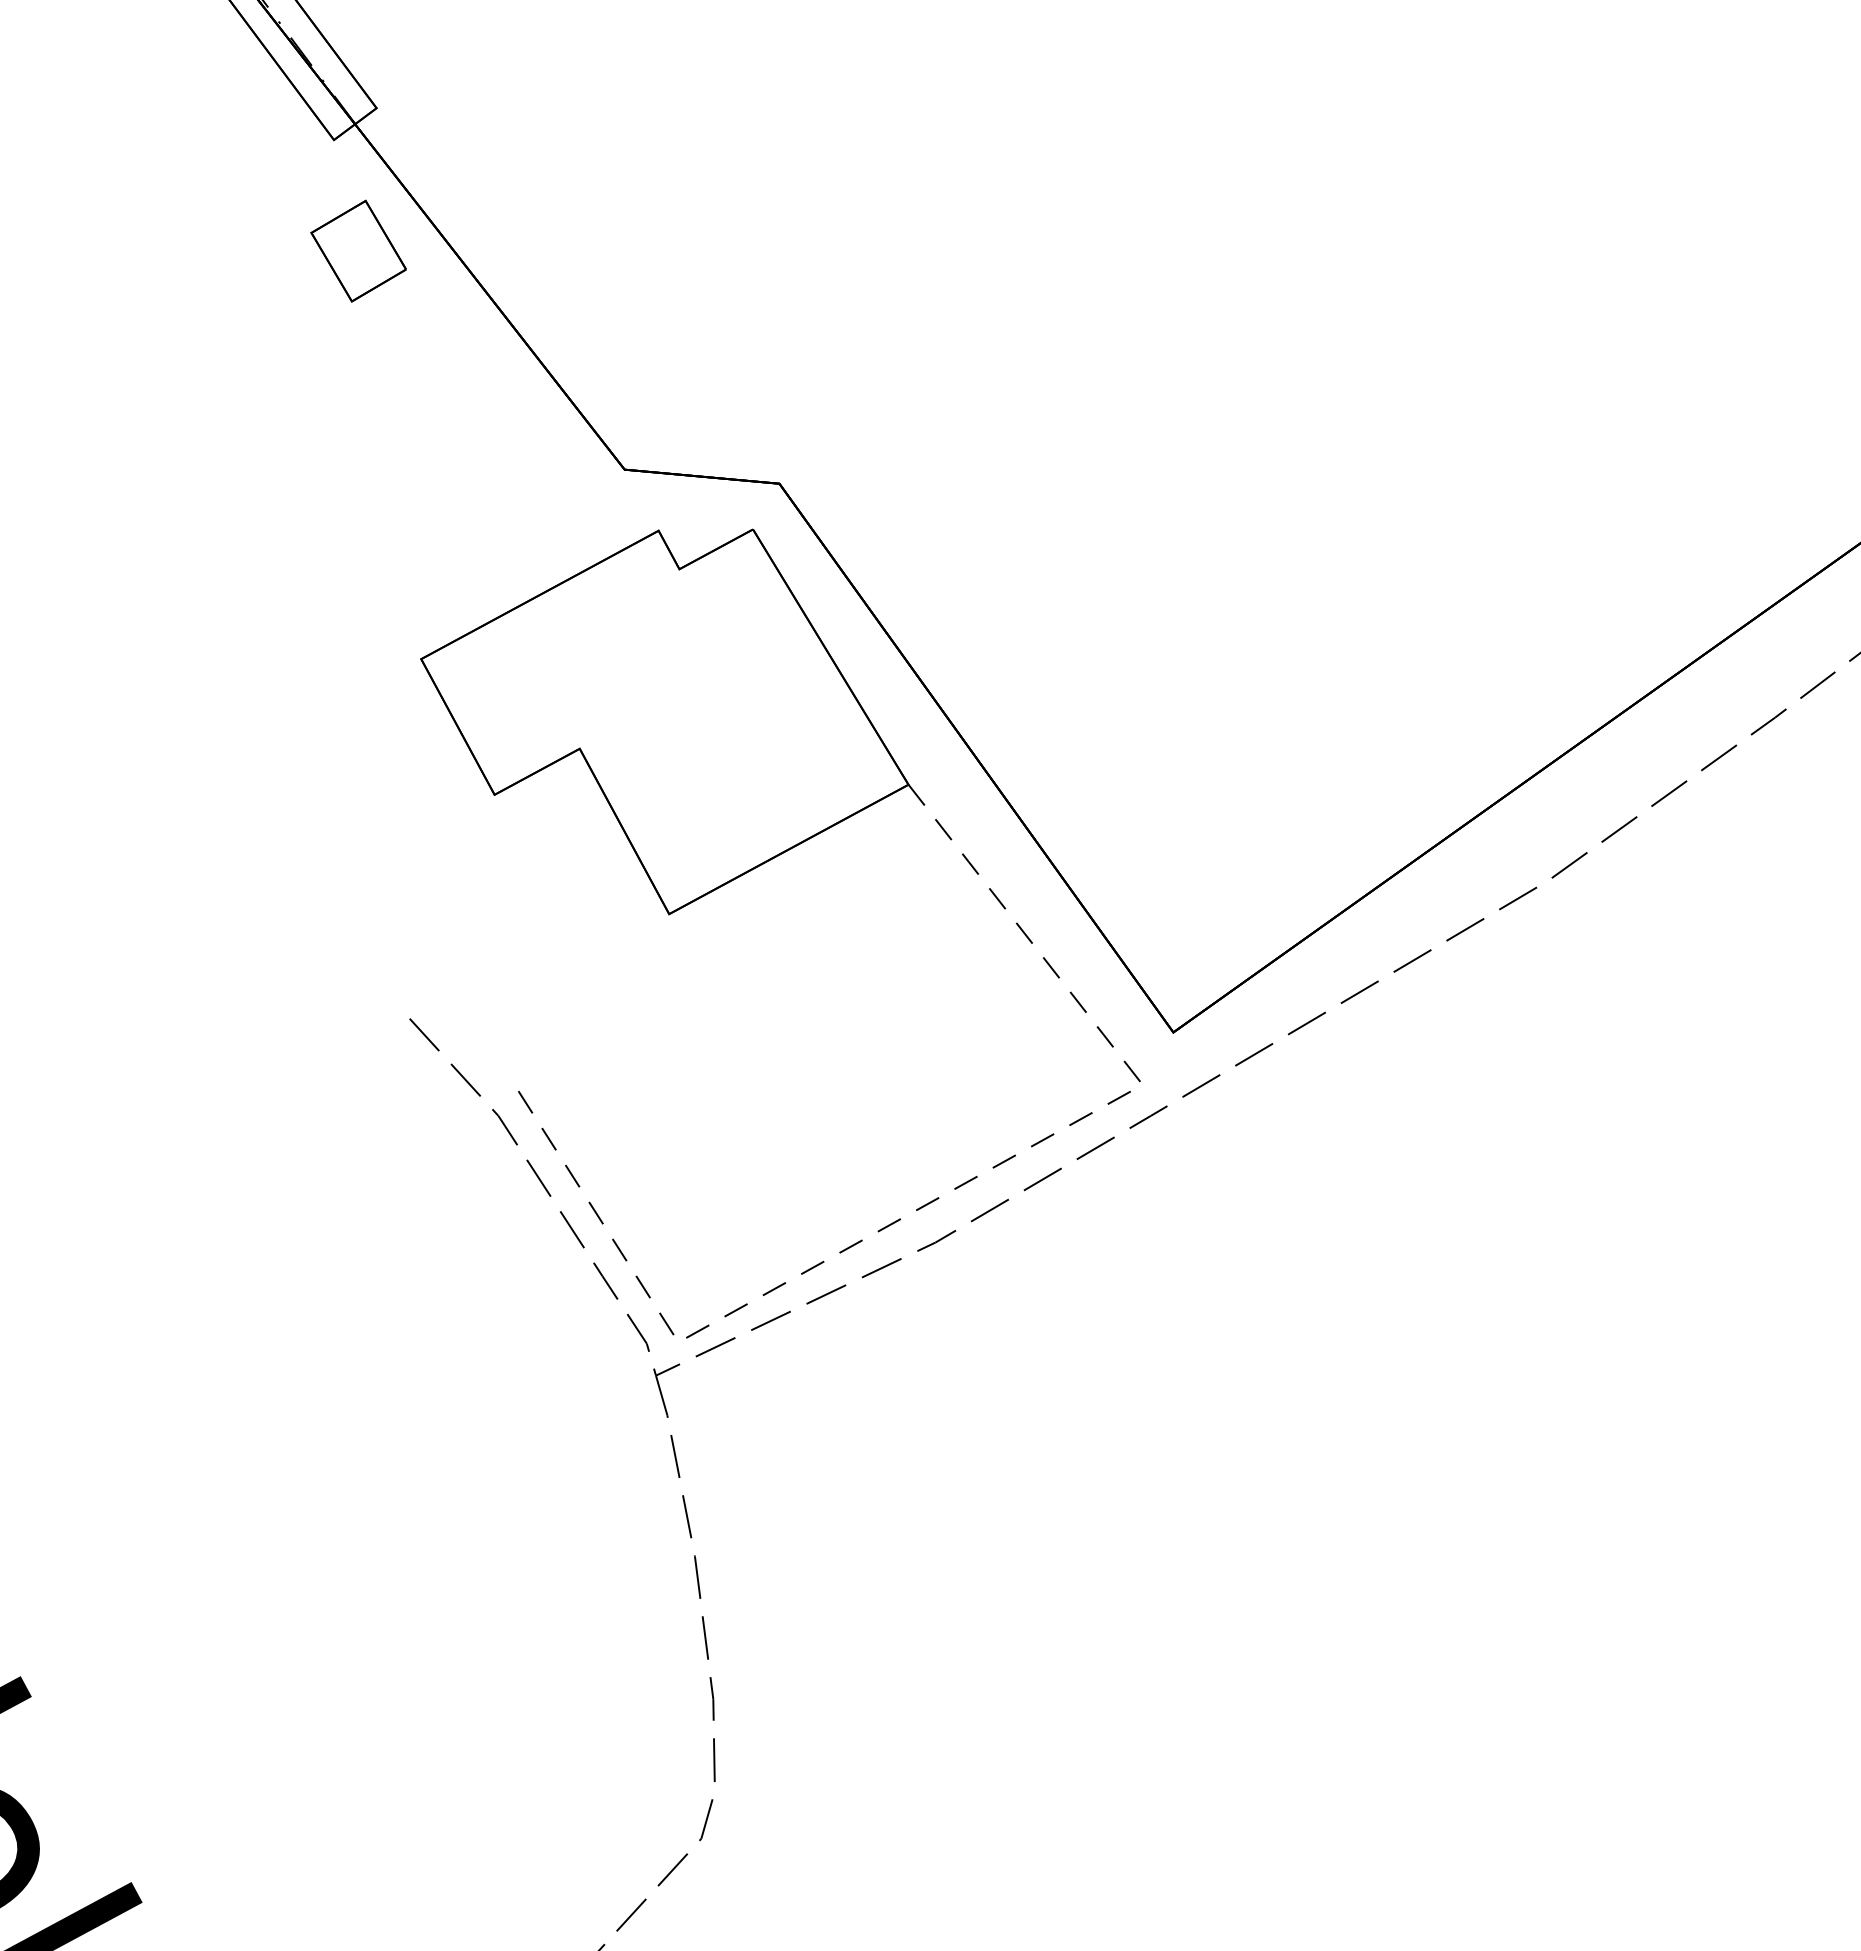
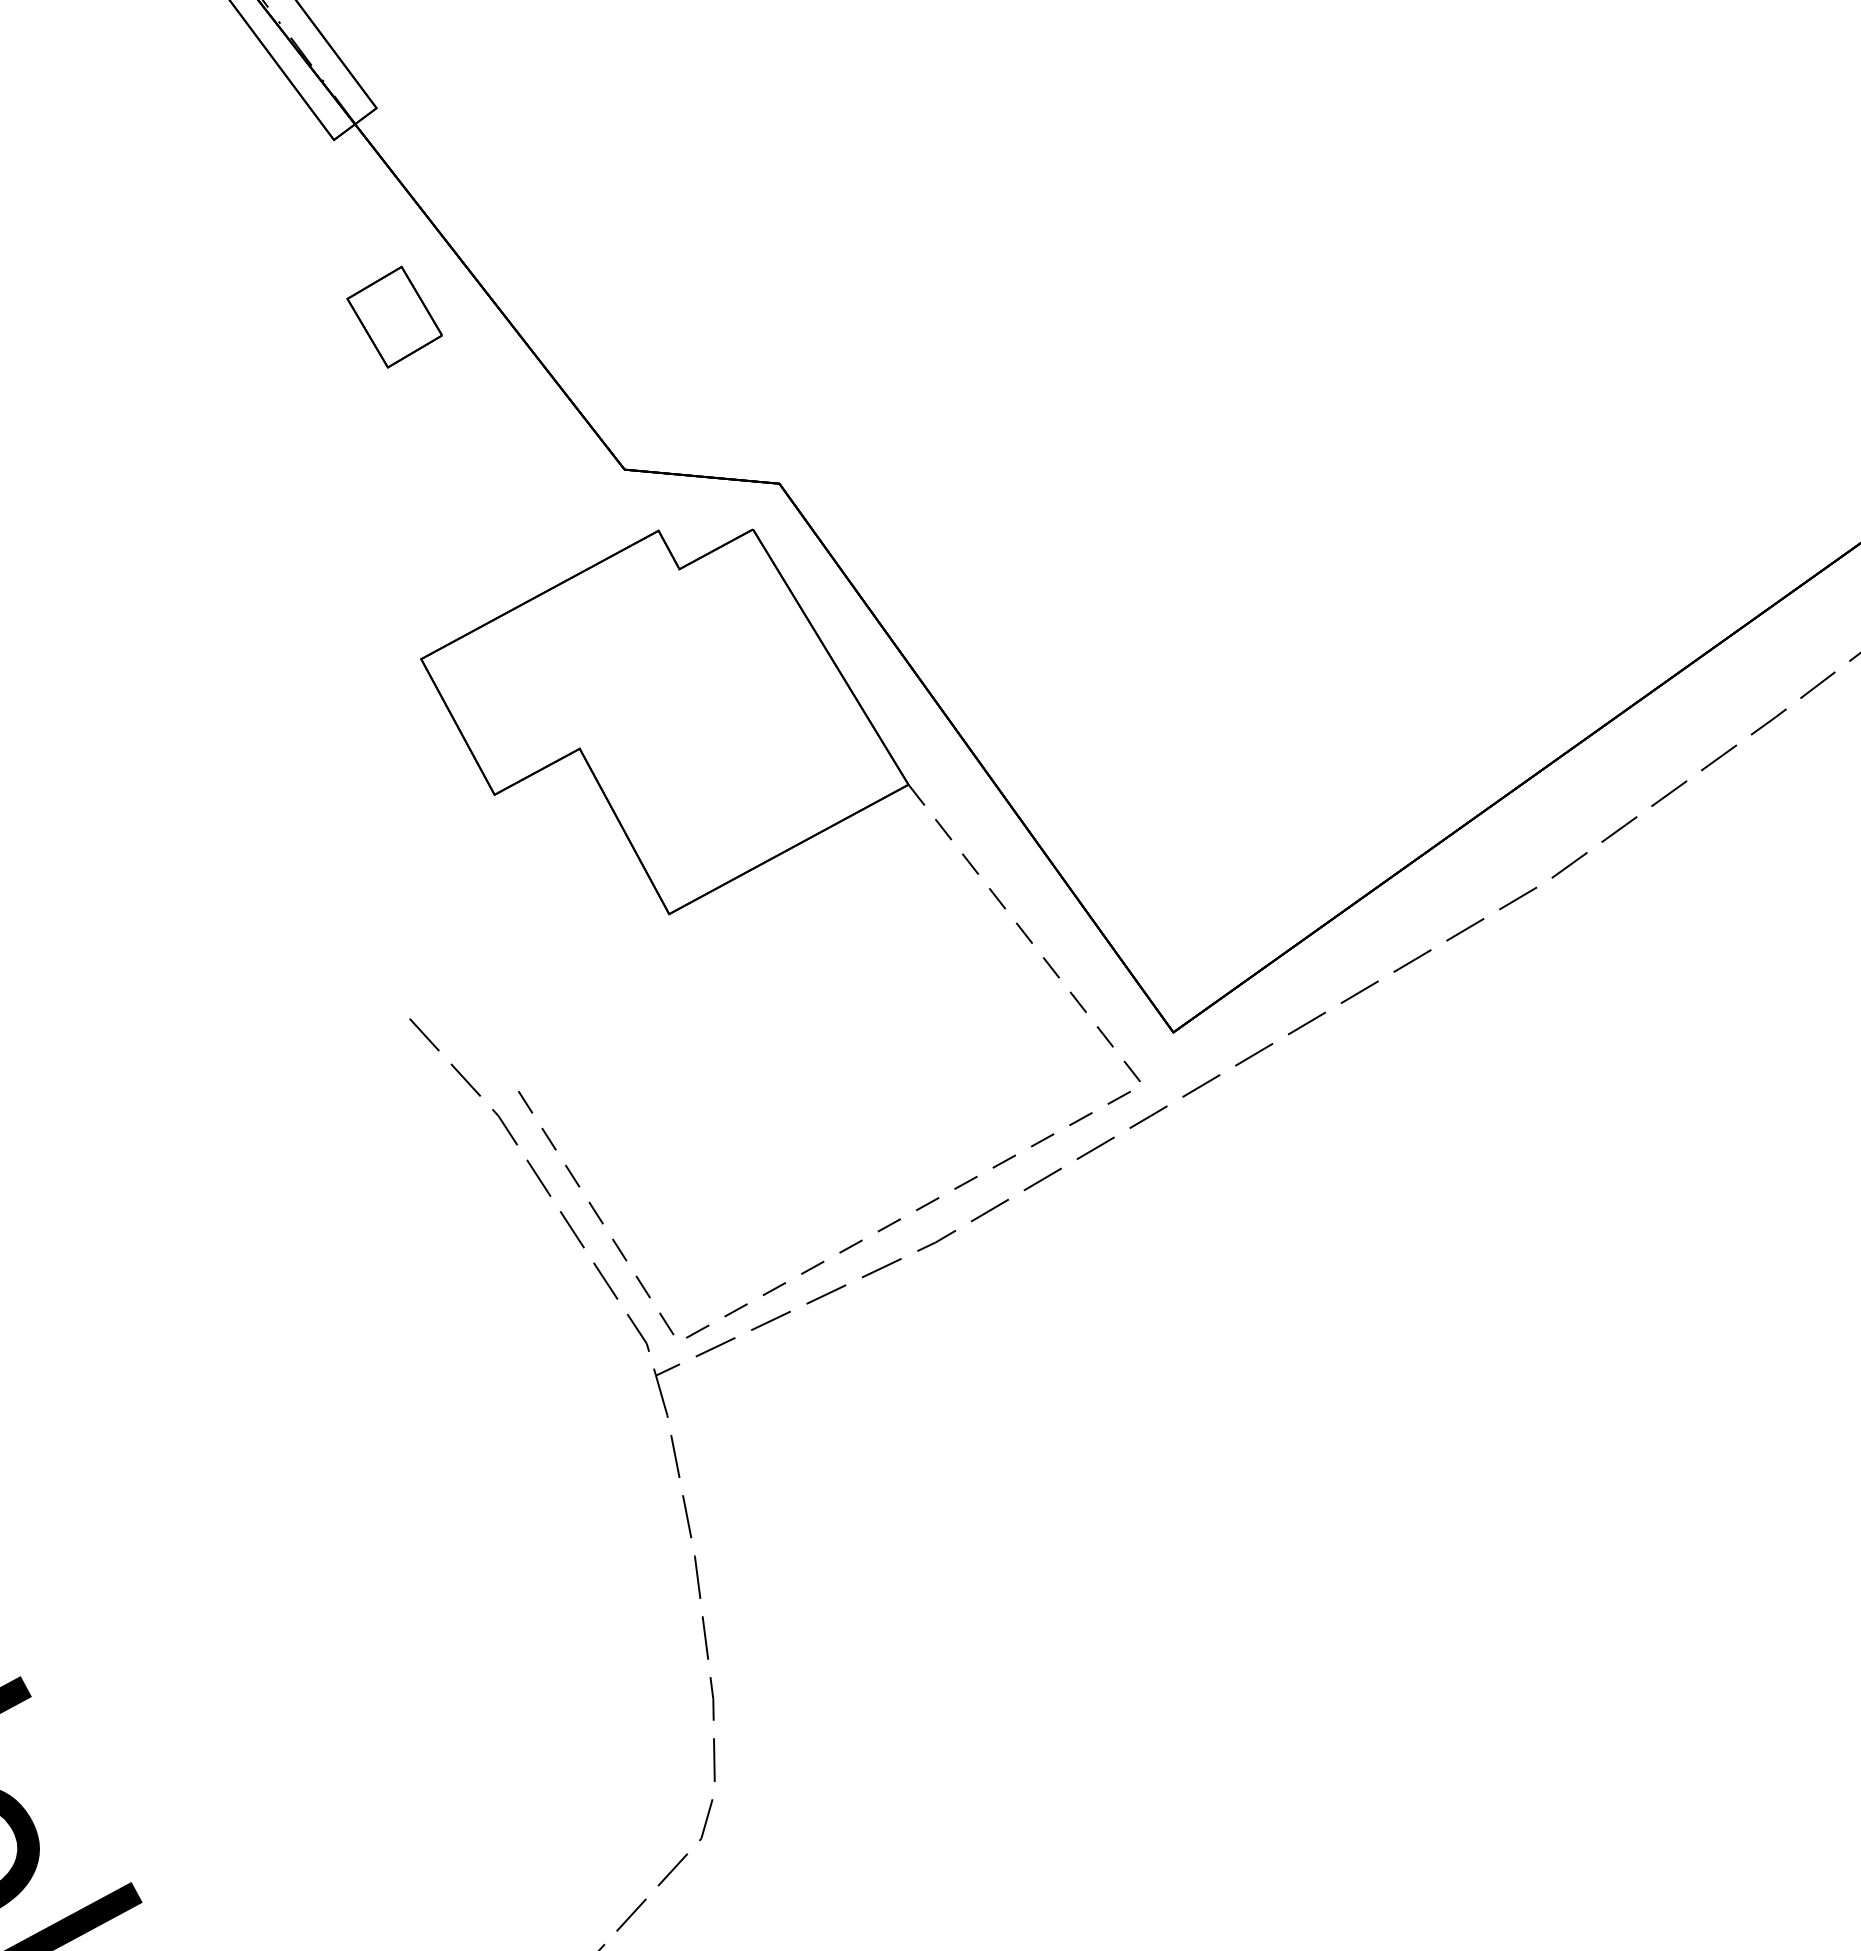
part at (358, 250) position: (358, 250) -> (394, 316)
